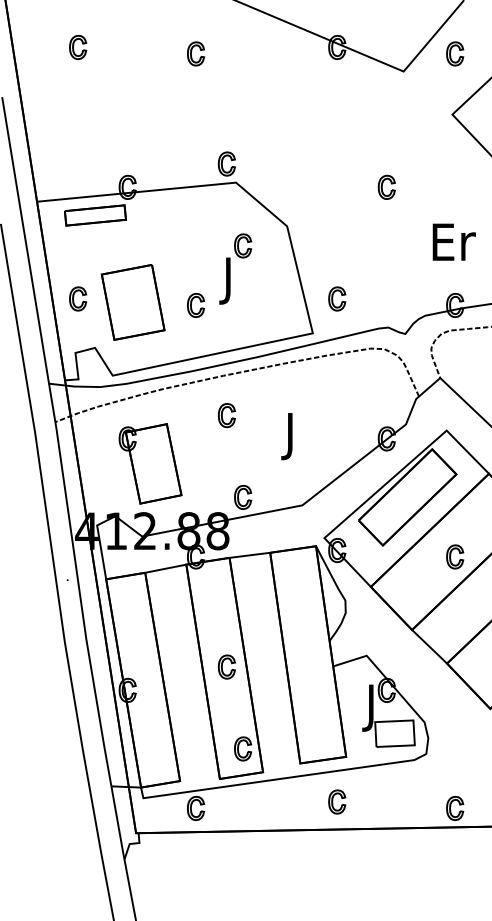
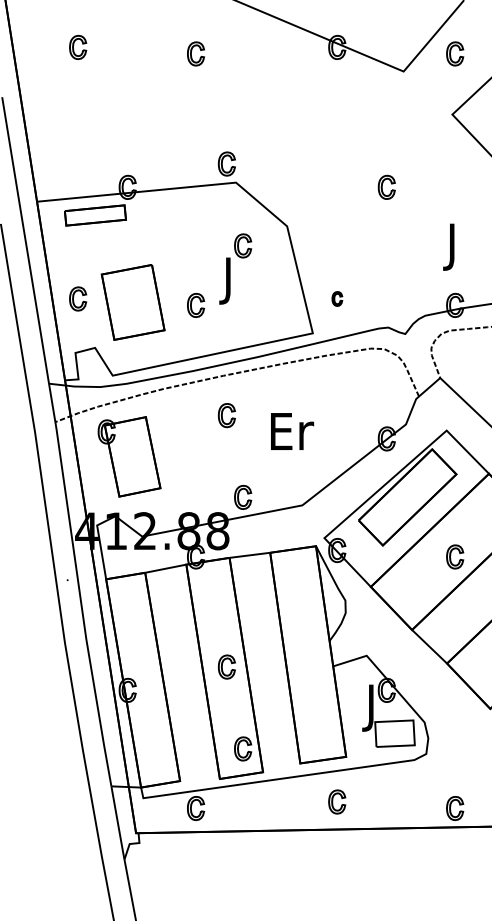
text at (453, 246): Er -> J
part at (337, 298) size: 19x26 px -> 13x16 px
text at (292, 436): J -> Er
part at (150, 463) position: (150, 463) -> (129, 456)
